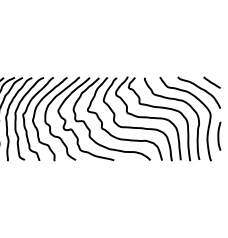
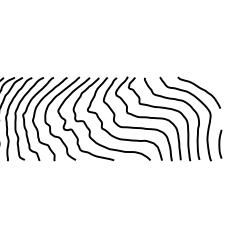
line at (211, 82): present -> none
curve at (219, 135) position: (219, 135) -> (220, 143)
